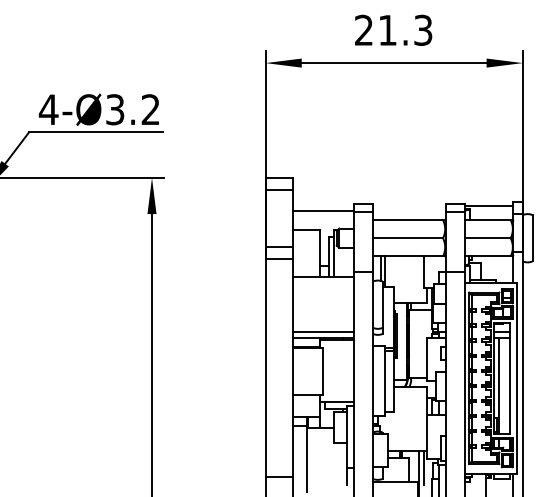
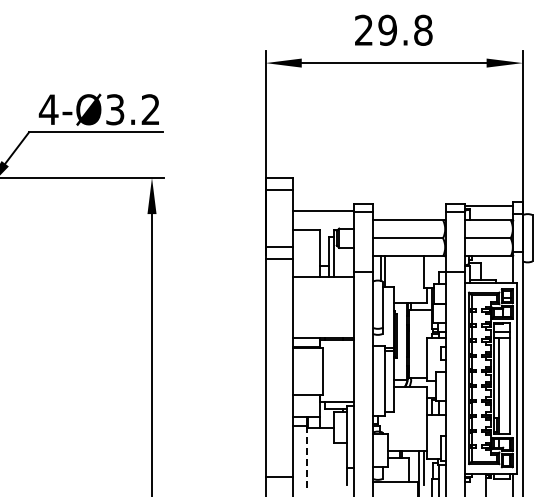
text at (405, 29): 21.3 -> 29.8
line at (323, 332): present -> none
line at (306, 459): solid -> dashed
